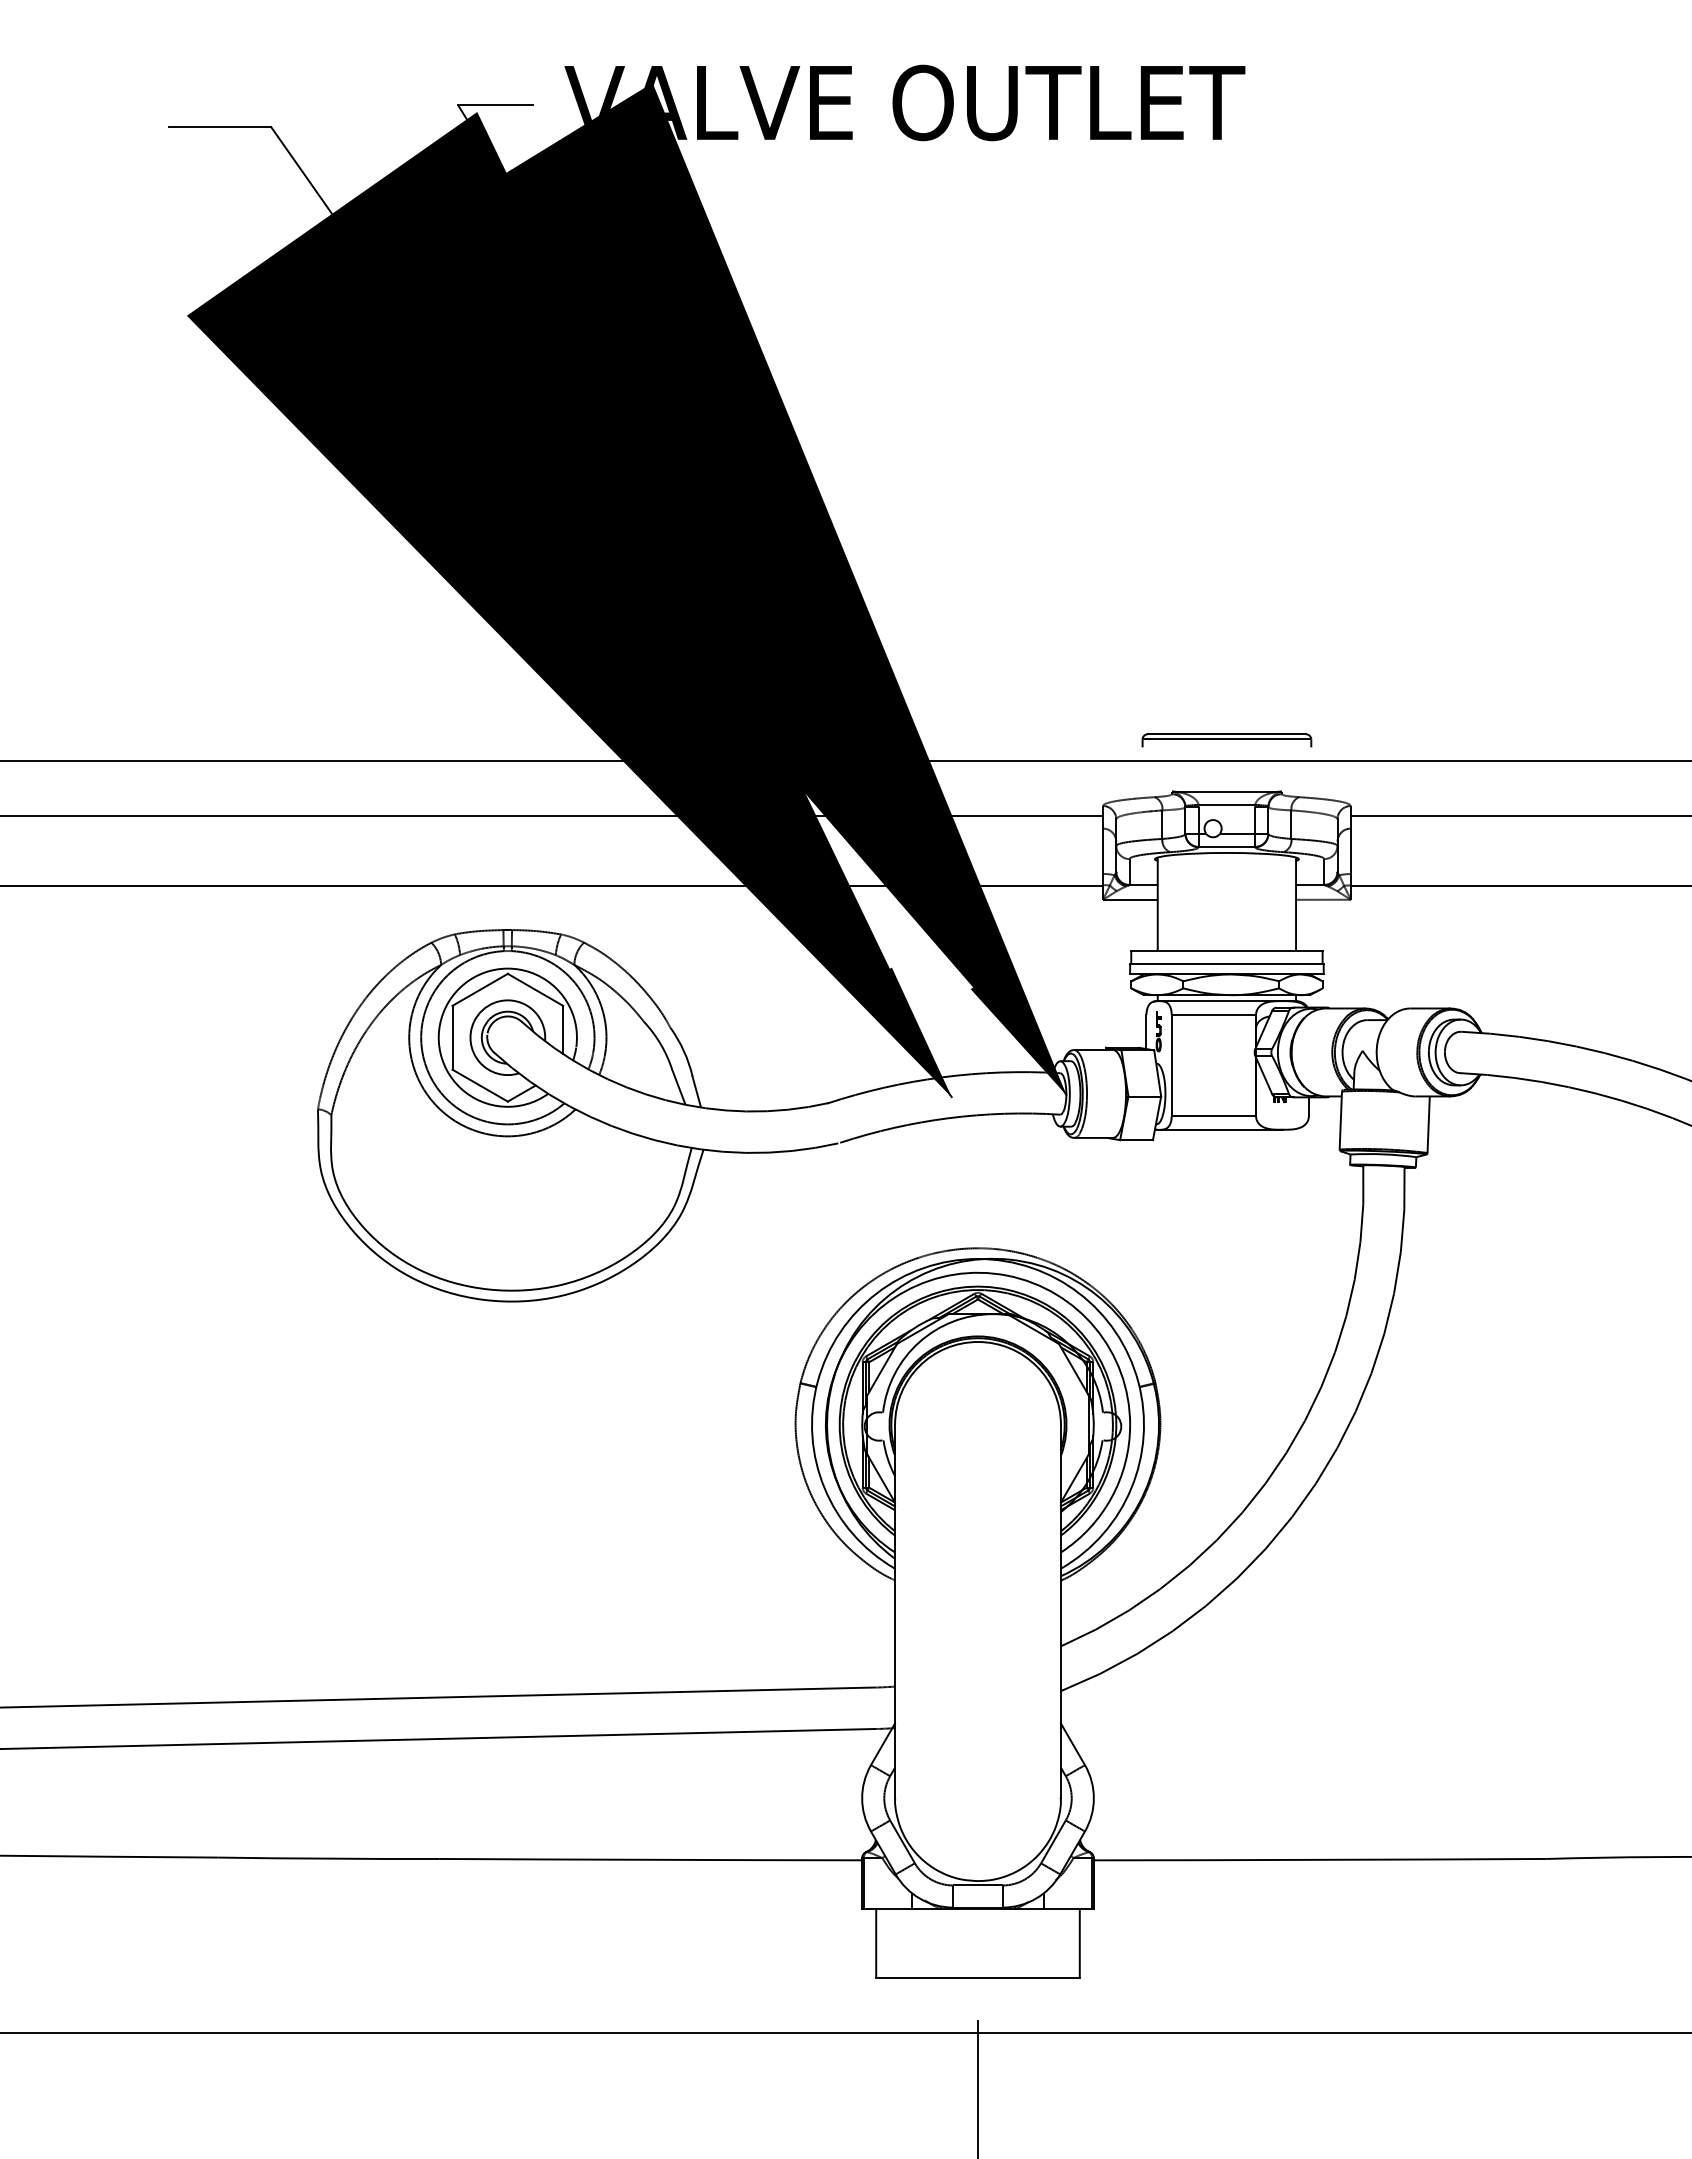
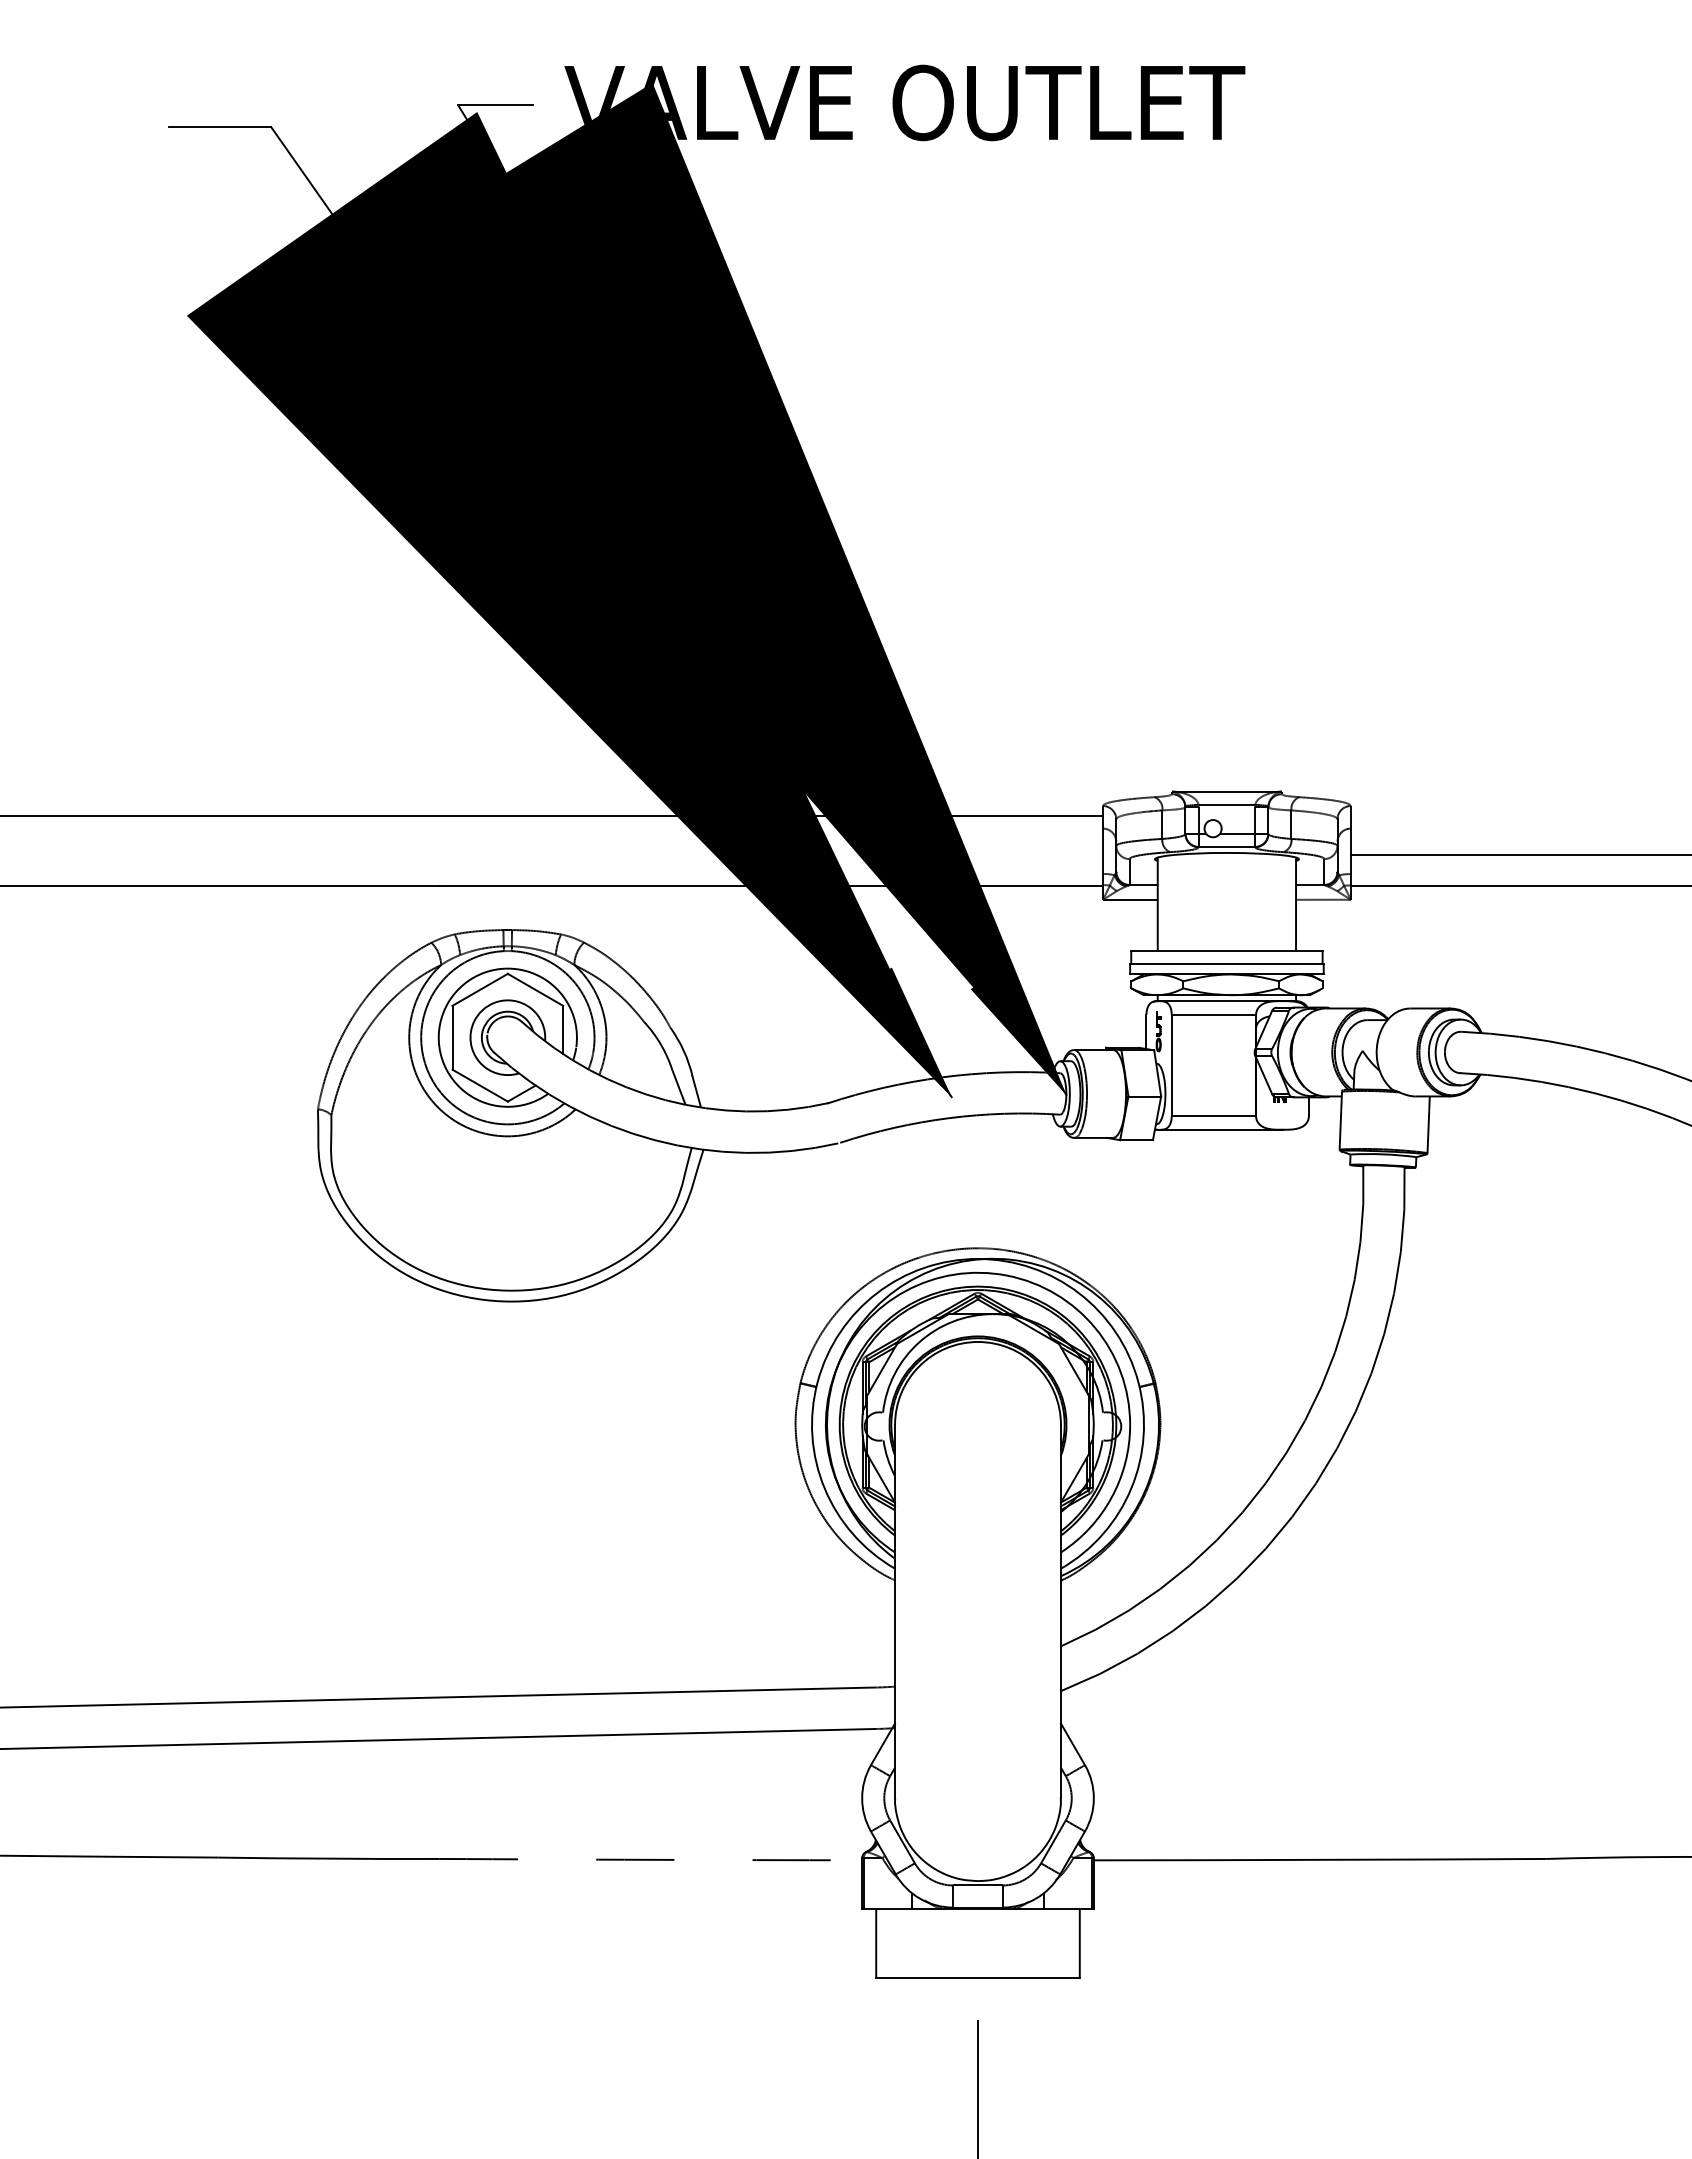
part at (1226, 740): present -> none
line at (845, 761): present -> none
line at (1519, 816) position: (1519, 816) -> (1519, 855)
arc at (651, 1859): solid -> dashed
line at (845, 2033): present -> none
